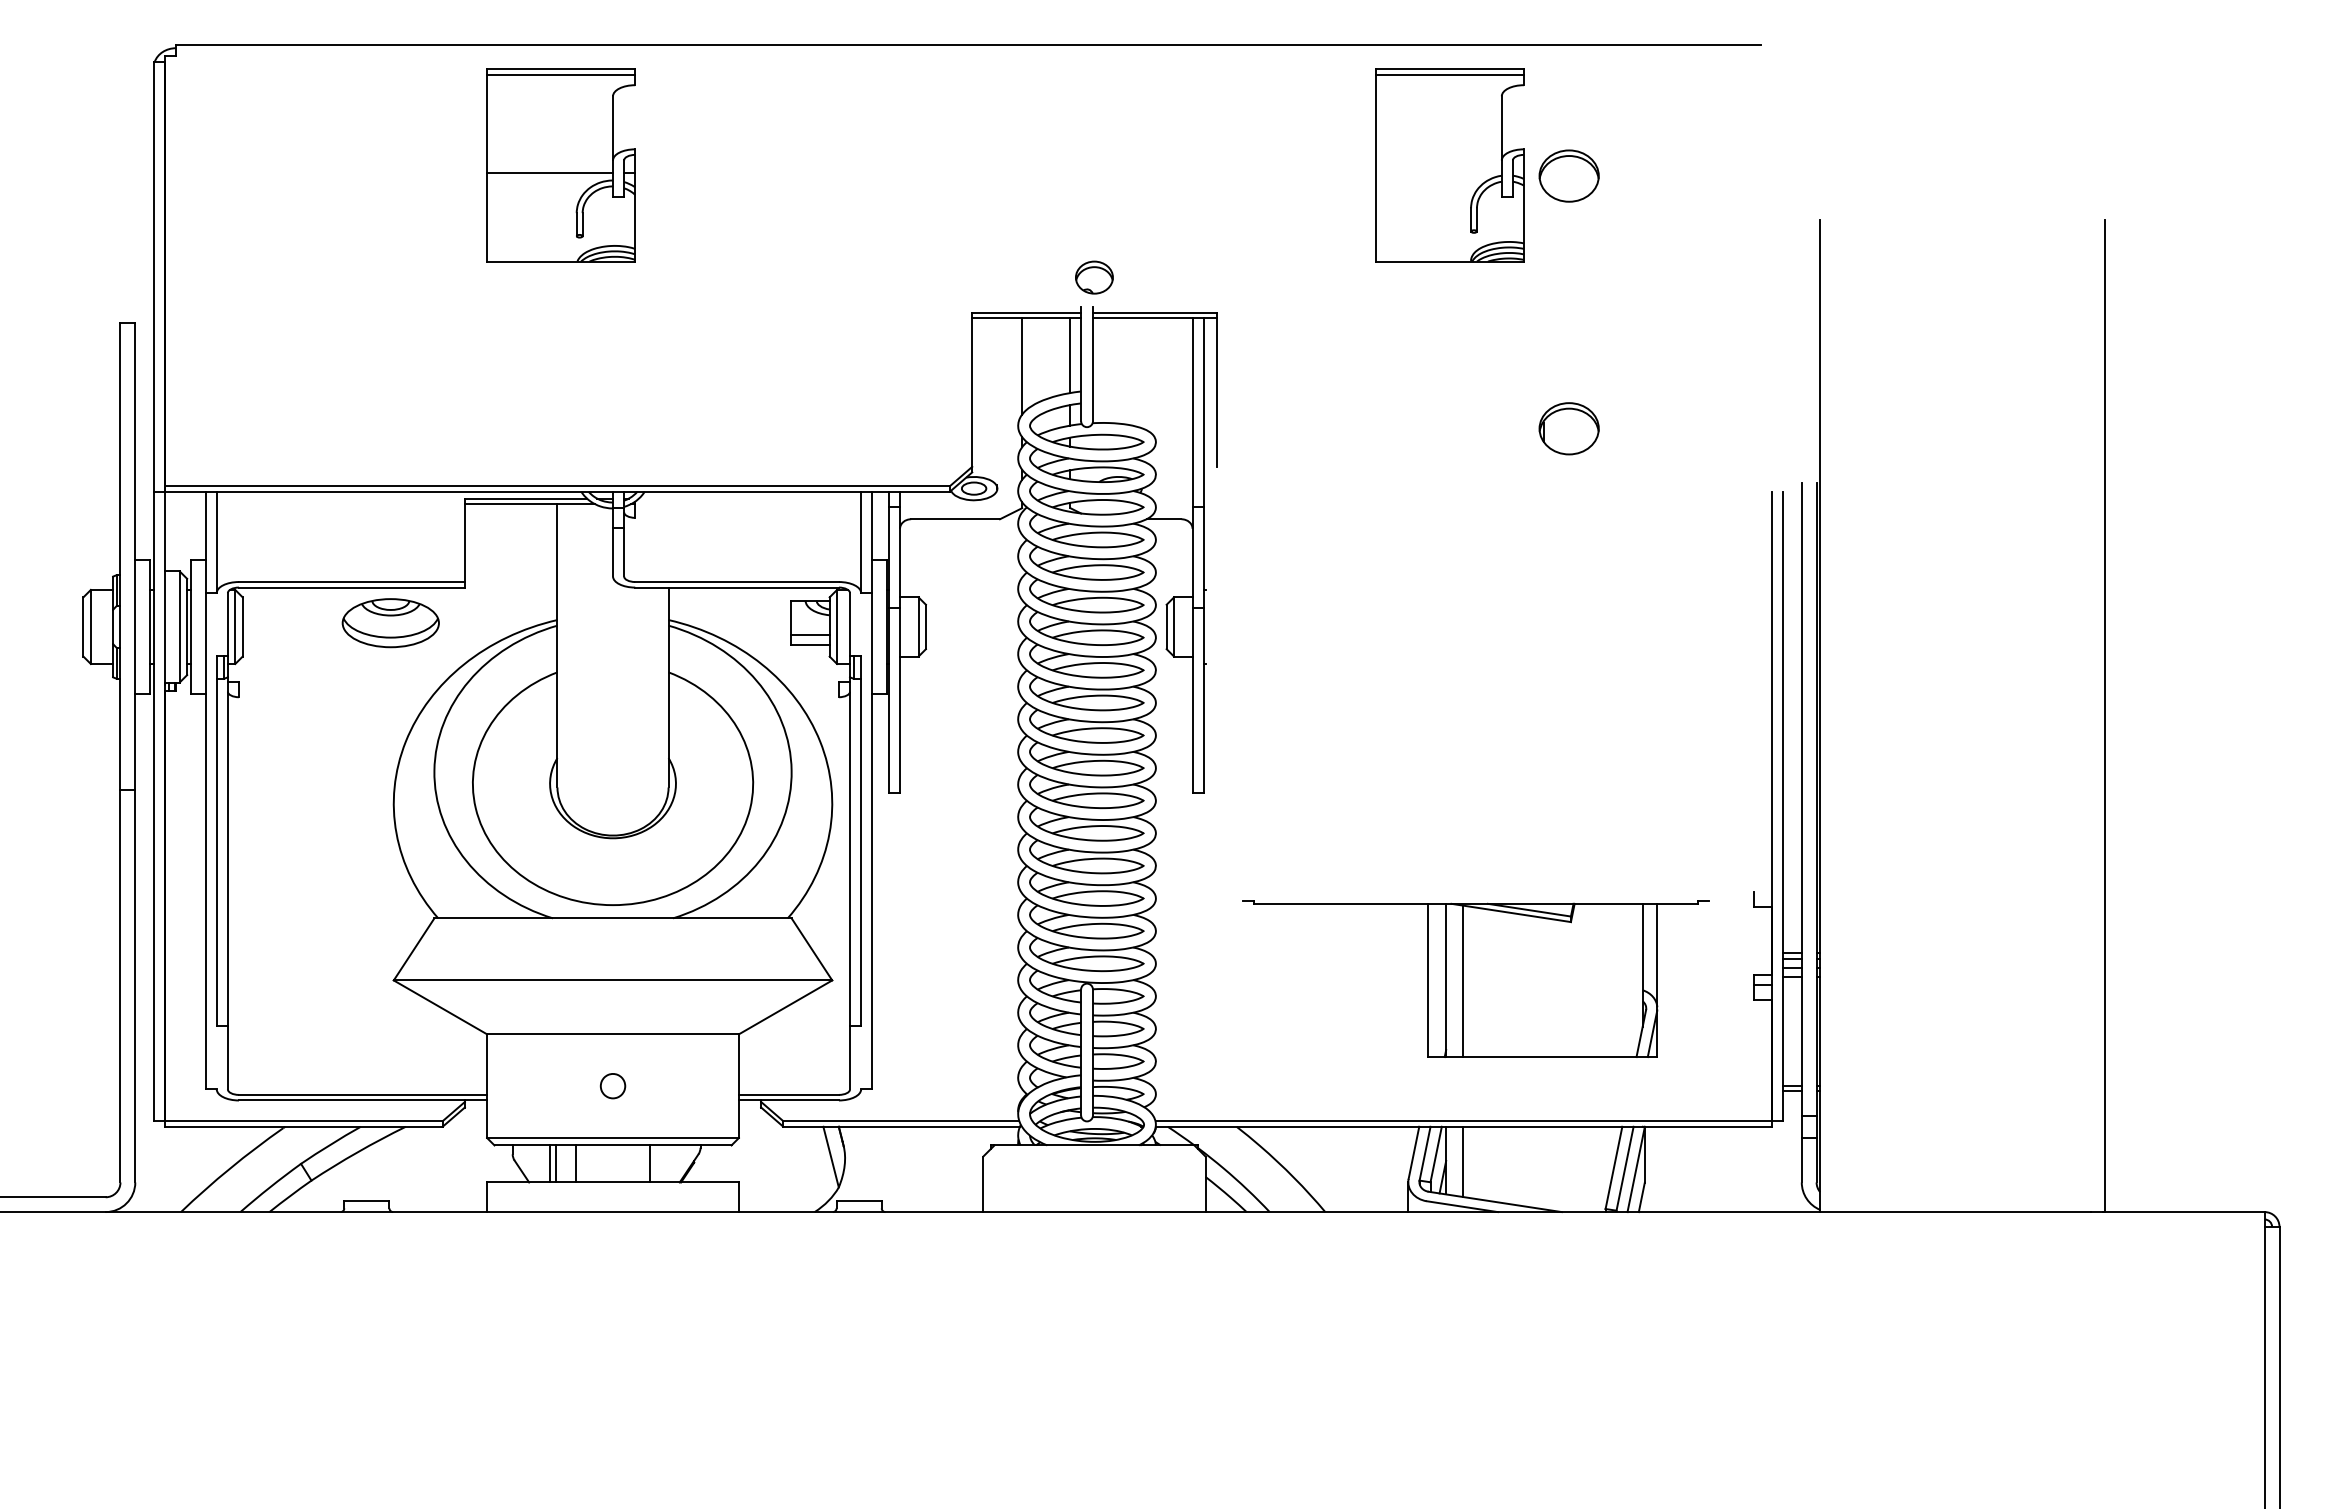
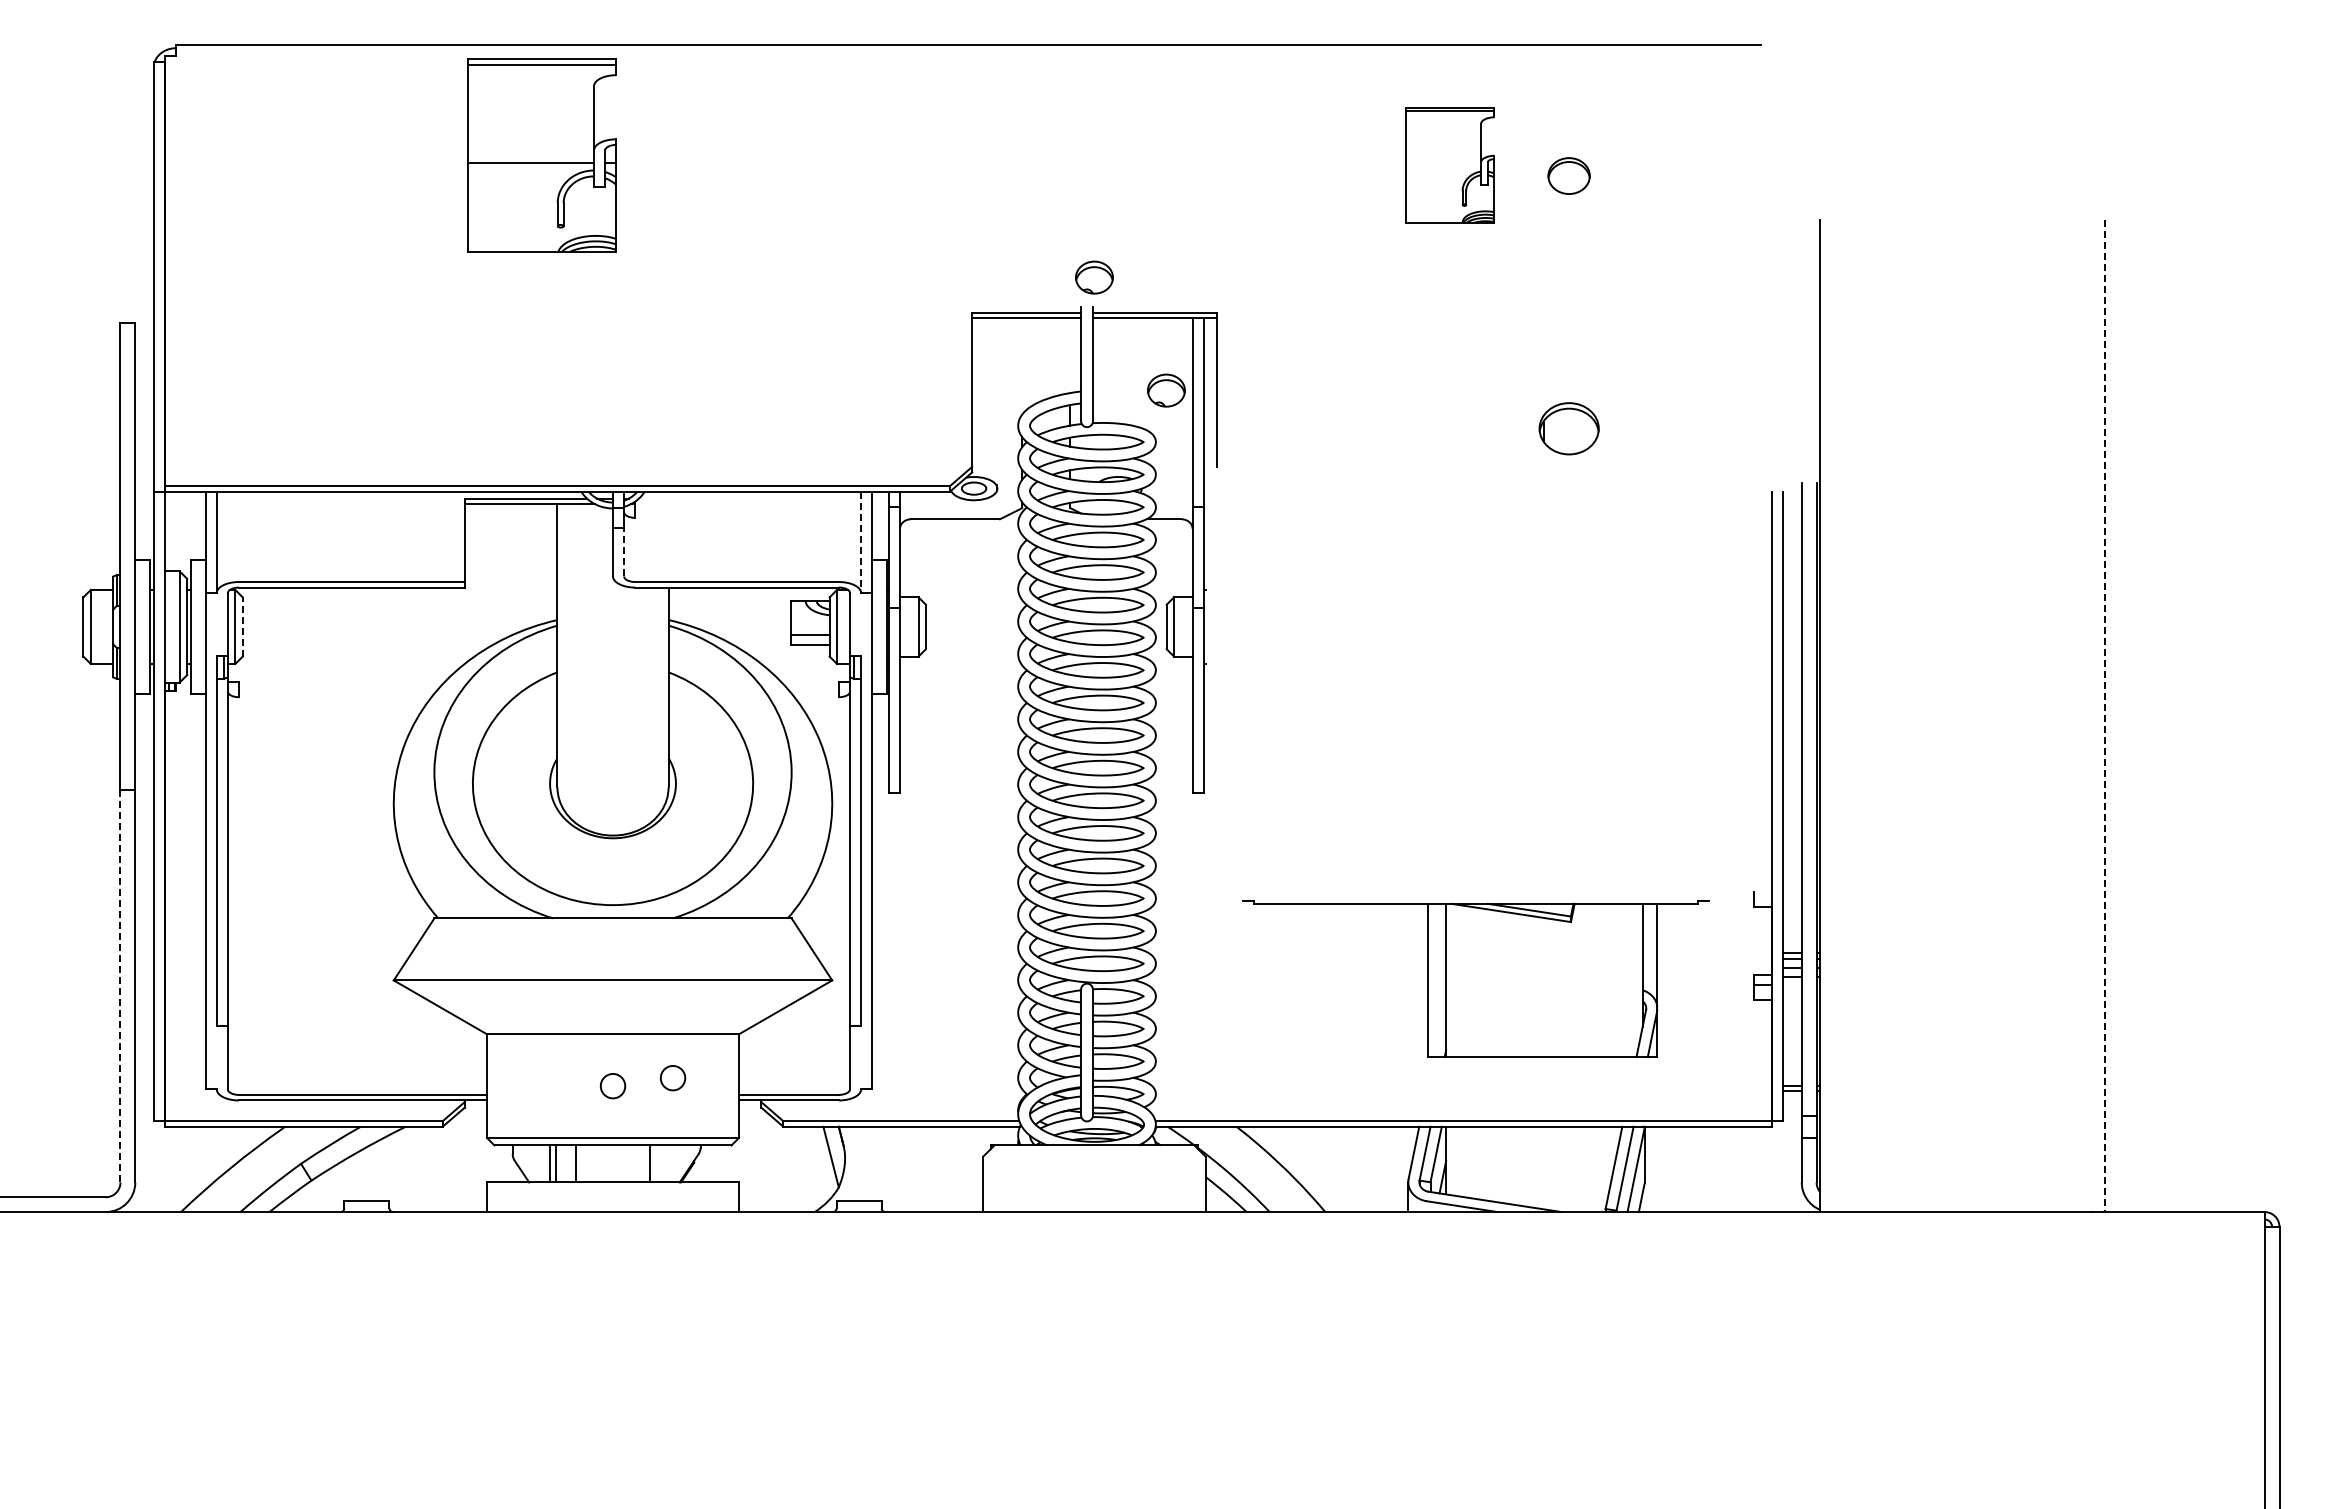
part at (560, 165) position: (560, 165) -> (541, 155)
part at (1449, 165) size: 150x195 px -> 90x117 px
part at (1568, 175) size: 62x54 px -> 44x38 px
line at (1070, 355): present -> none
line at (1022, 366): present -> none
part at (1166, 390): none -> present
line at (861, 542): solid -> dashed
line at (624, 551): solid -> dashed
part at (390, 623): present -> none
line at (242, 626): solid -> dashed
line at (2105, 716): solid -> dashed
line at (1462, 981): present -> none
line at (120, 985): solid -> dashed
part at (672, 1078): none -> present
line at (1462, 1161): present -> none
